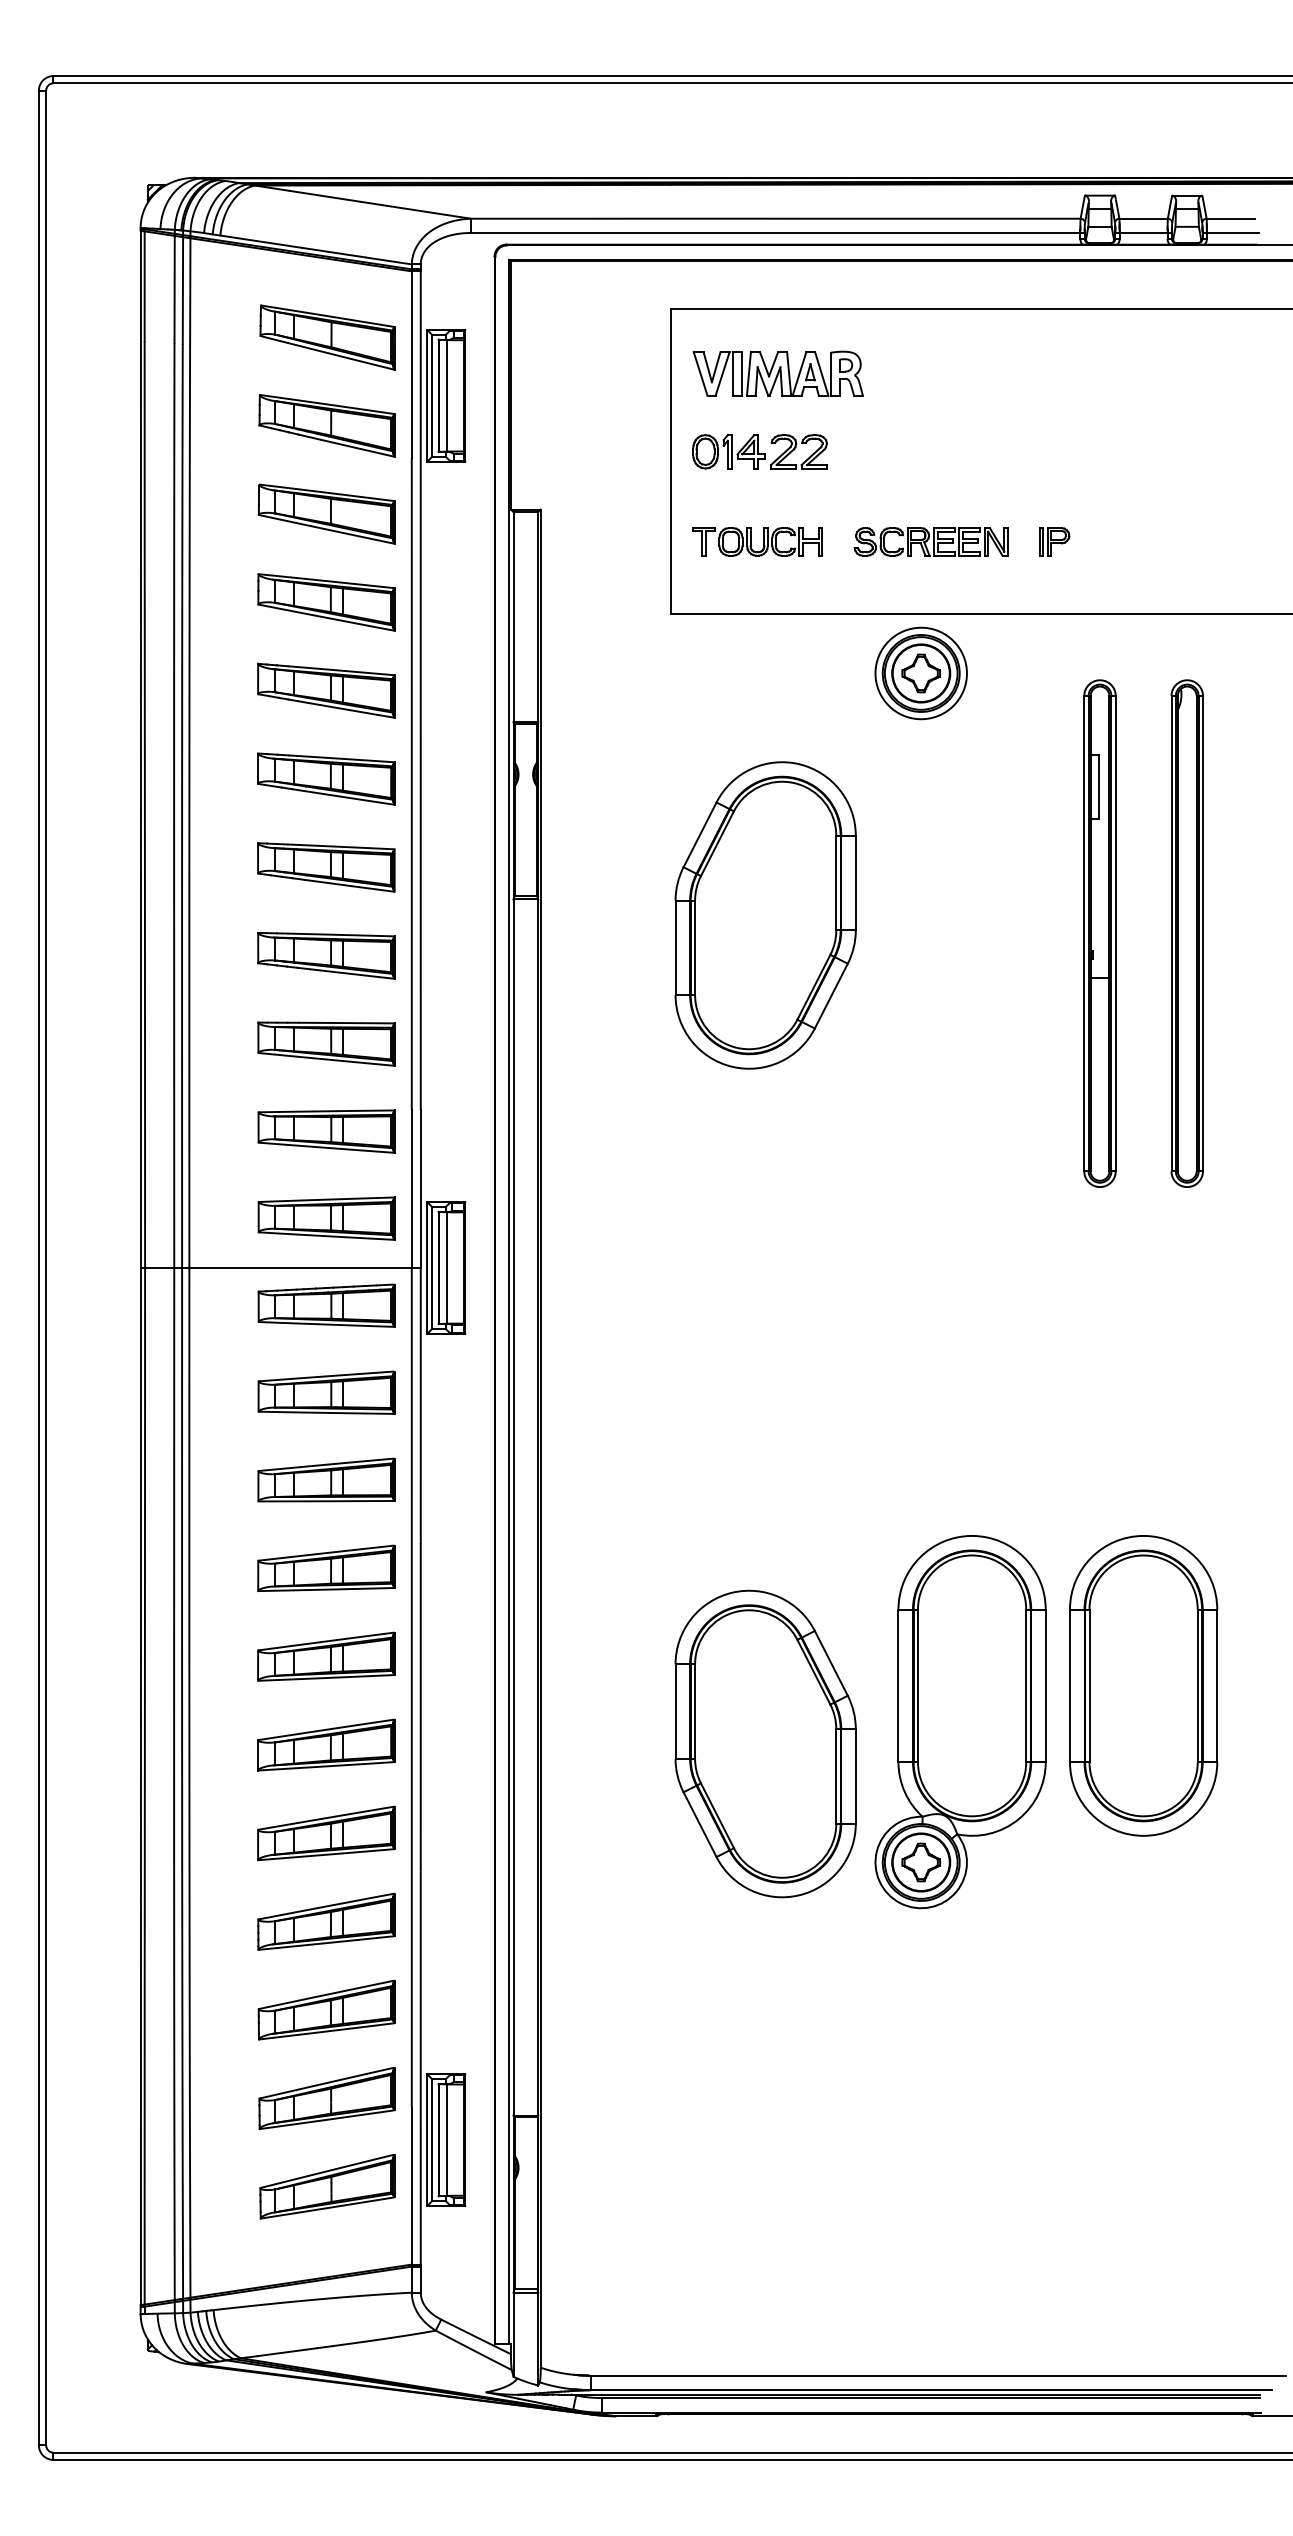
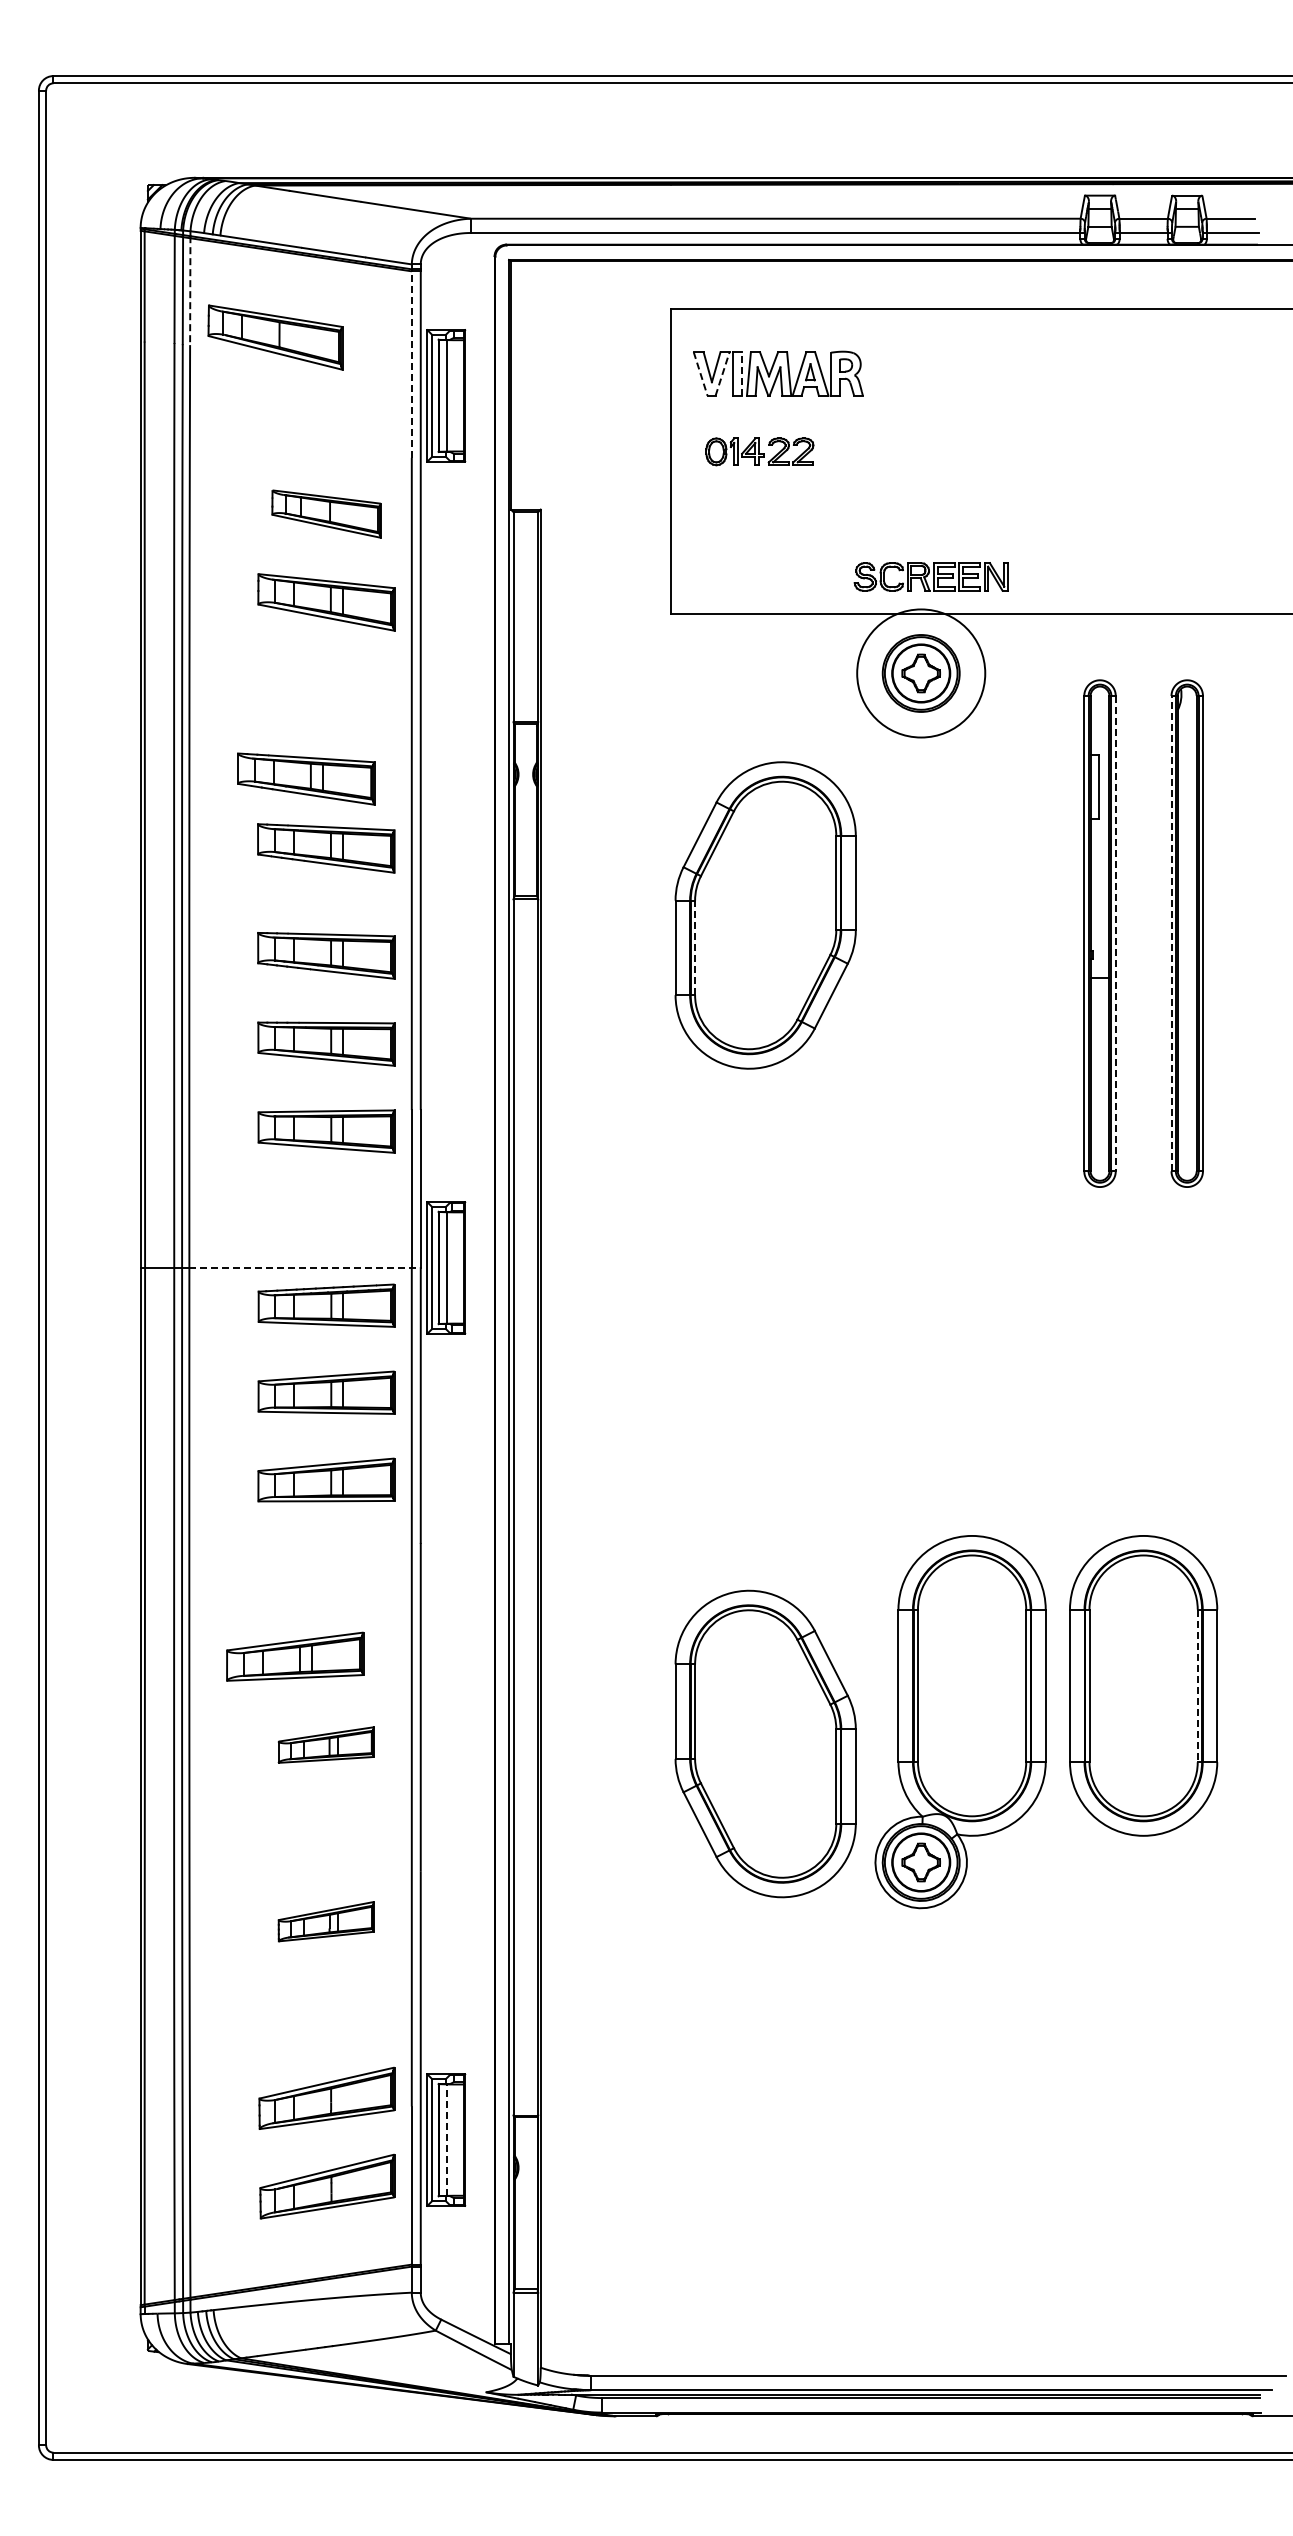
line at (190, 291): solid -> dashed
part at (327, 337) position: (327, 337) -> (275, 337)
line at (411, 364): solid -> dashed
line at (700, 374): solid -> dashed
line at (722, 374): solid -> dashed
line at (742, 374): solid -> dashed
part at (326, 425): present -> none
part at (759, 451) size: 136x36 px -> 110x30 px
part at (326, 513) size: 139x62 px -> 111x50 px
part at (757, 541): present -> none
part at (930, 541) position: (930, 541) -> (930, 576)
part at (1054, 541): present -> none
circle at (920, 673) diameter: 91 px -> 128 px
part at (326, 690): present -> none
part at (326, 778) position: (326, 778) -> (306, 778)
part at (326, 867) position: (326, 867) -> (326, 848)
line at (1115, 933): solid -> dashed
line at (1171, 933): solid -> dashed
line at (695, 947): solid -> dashed
part at (326, 1218): present -> none
line at (305, 1268): solid -> dashed
part at (326, 1567): present -> none
part at (326, 1656) position: (326, 1656) -> (295, 1656)
line at (1197, 1686): solid -> dashed
part at (326, 1744) size: 139x54 px -> 98x38 px
part at (326, 1833): present -> none
part at (326, 1921) size: 139x59 px -> 98x42 px
part at (326, 2009): present -> none
line at (446, 2140): solid -> dashed
